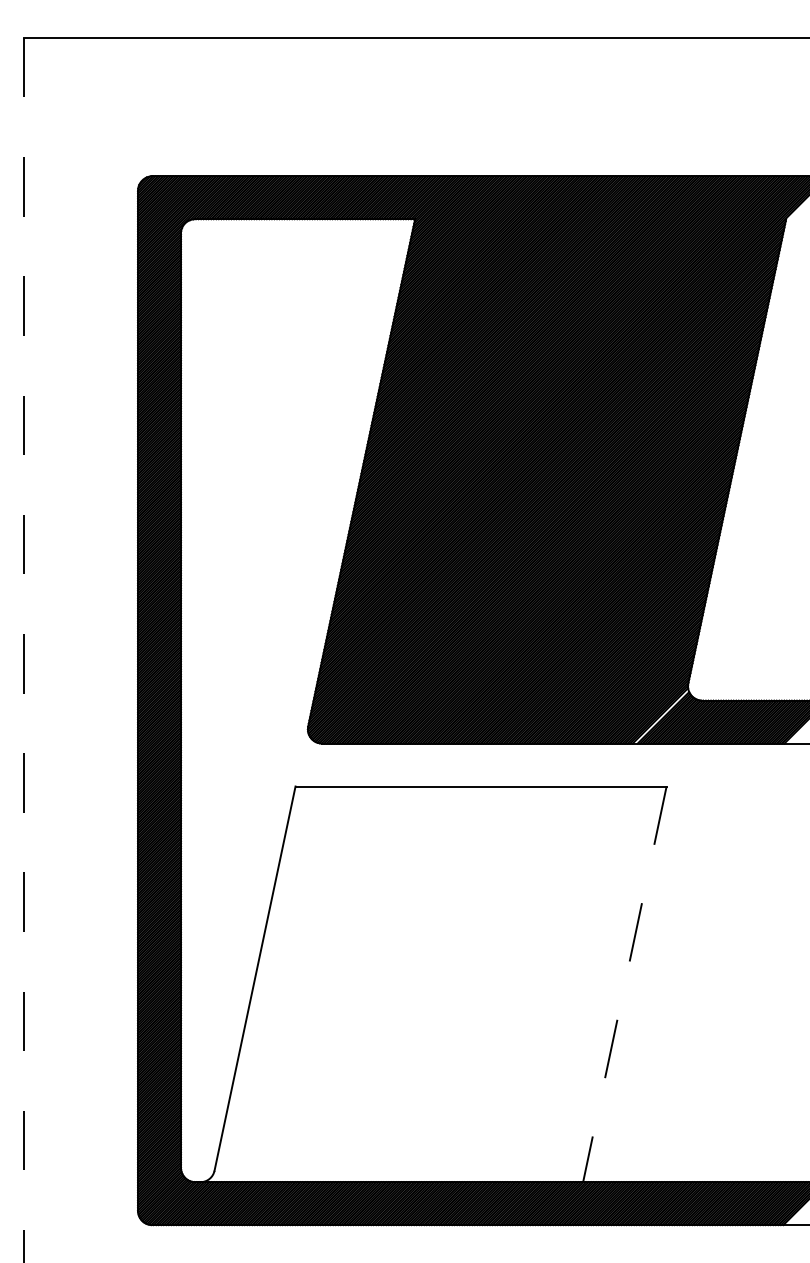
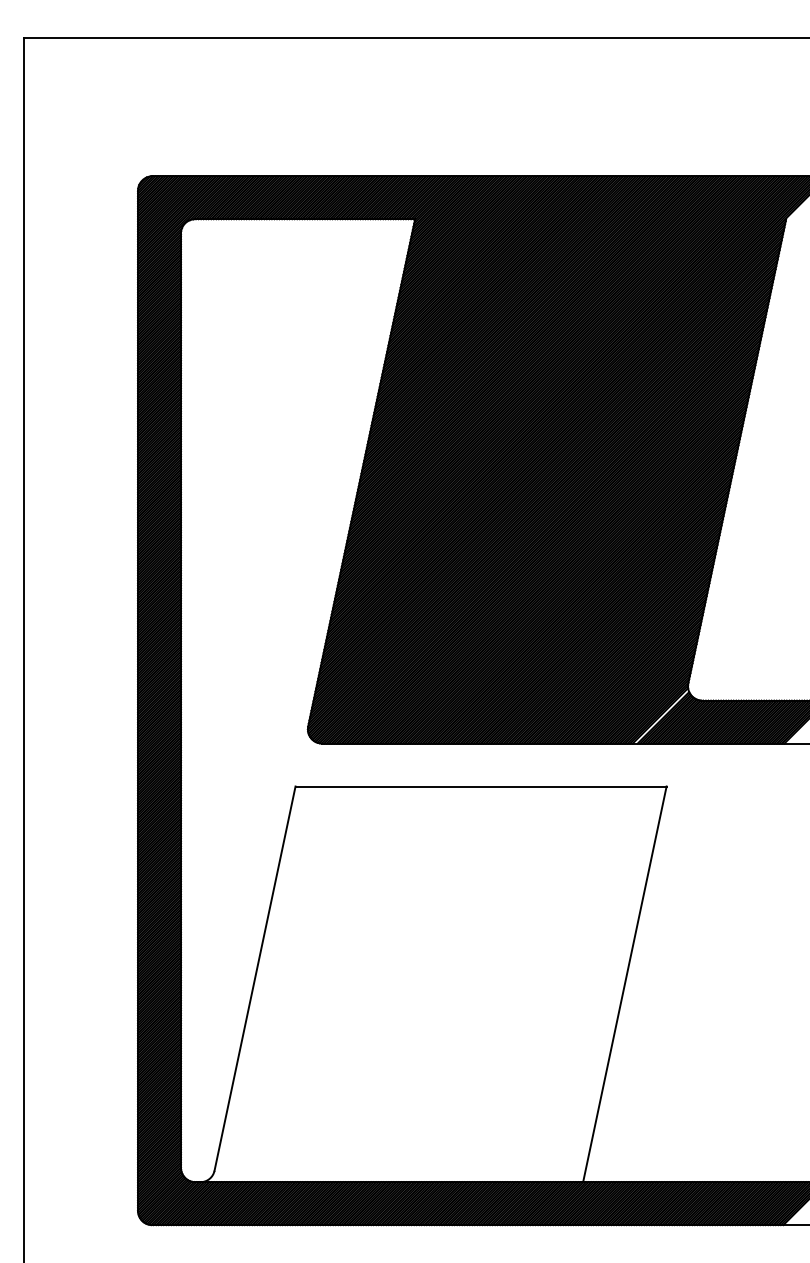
line at (24, 650): dashed -> solid
line at (624, 984): dashed -> solid
